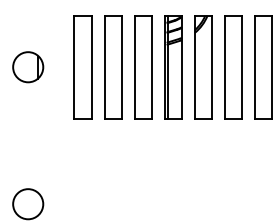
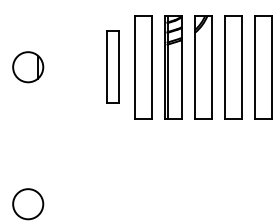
part at (82, 67): present -> none
part at (113, 67) size: 19x105 px -> 14x74 px
